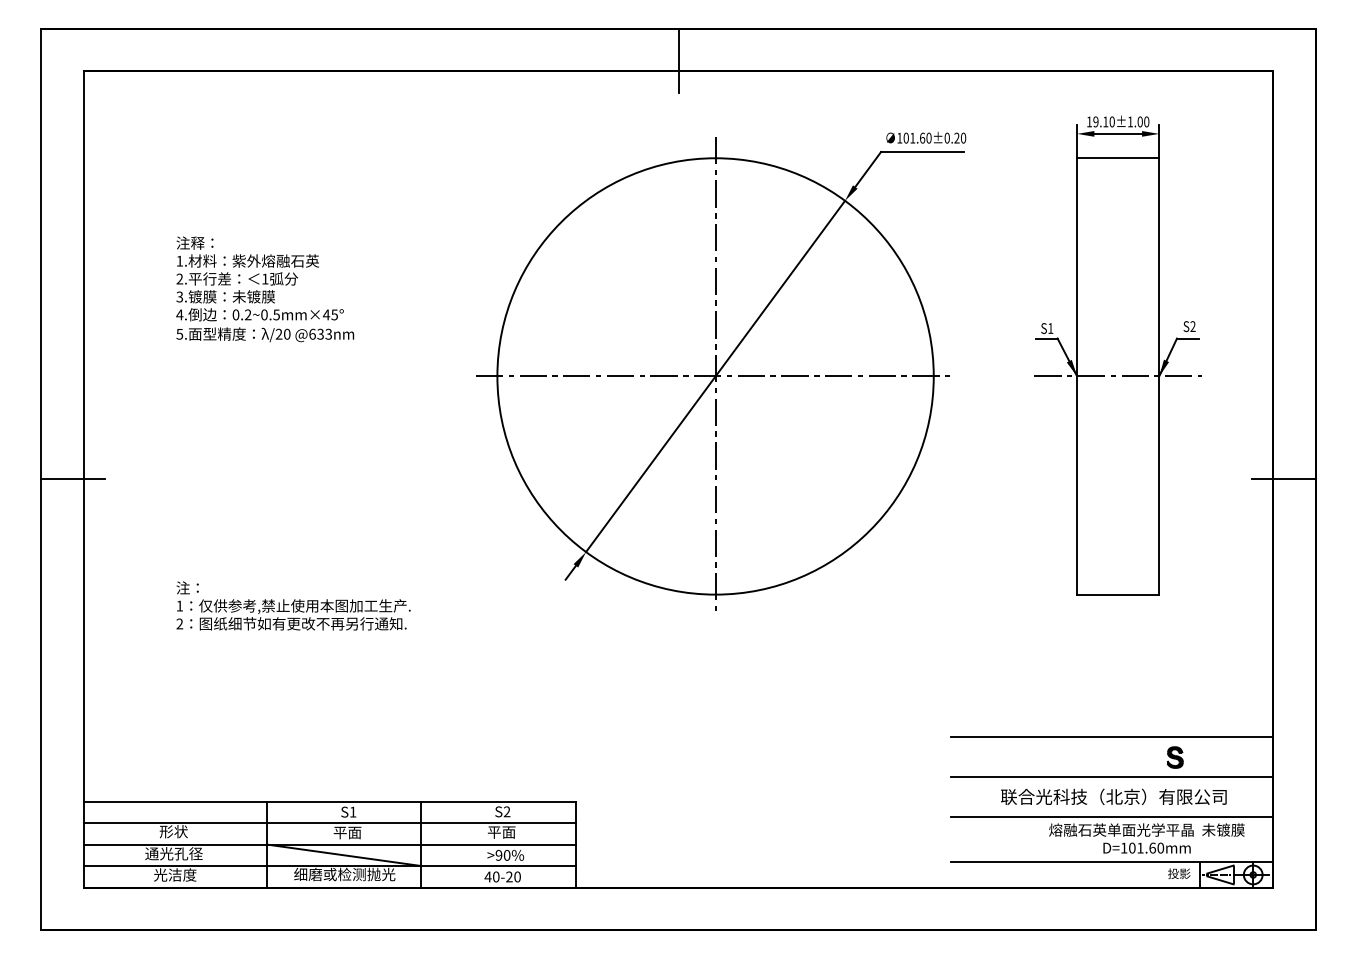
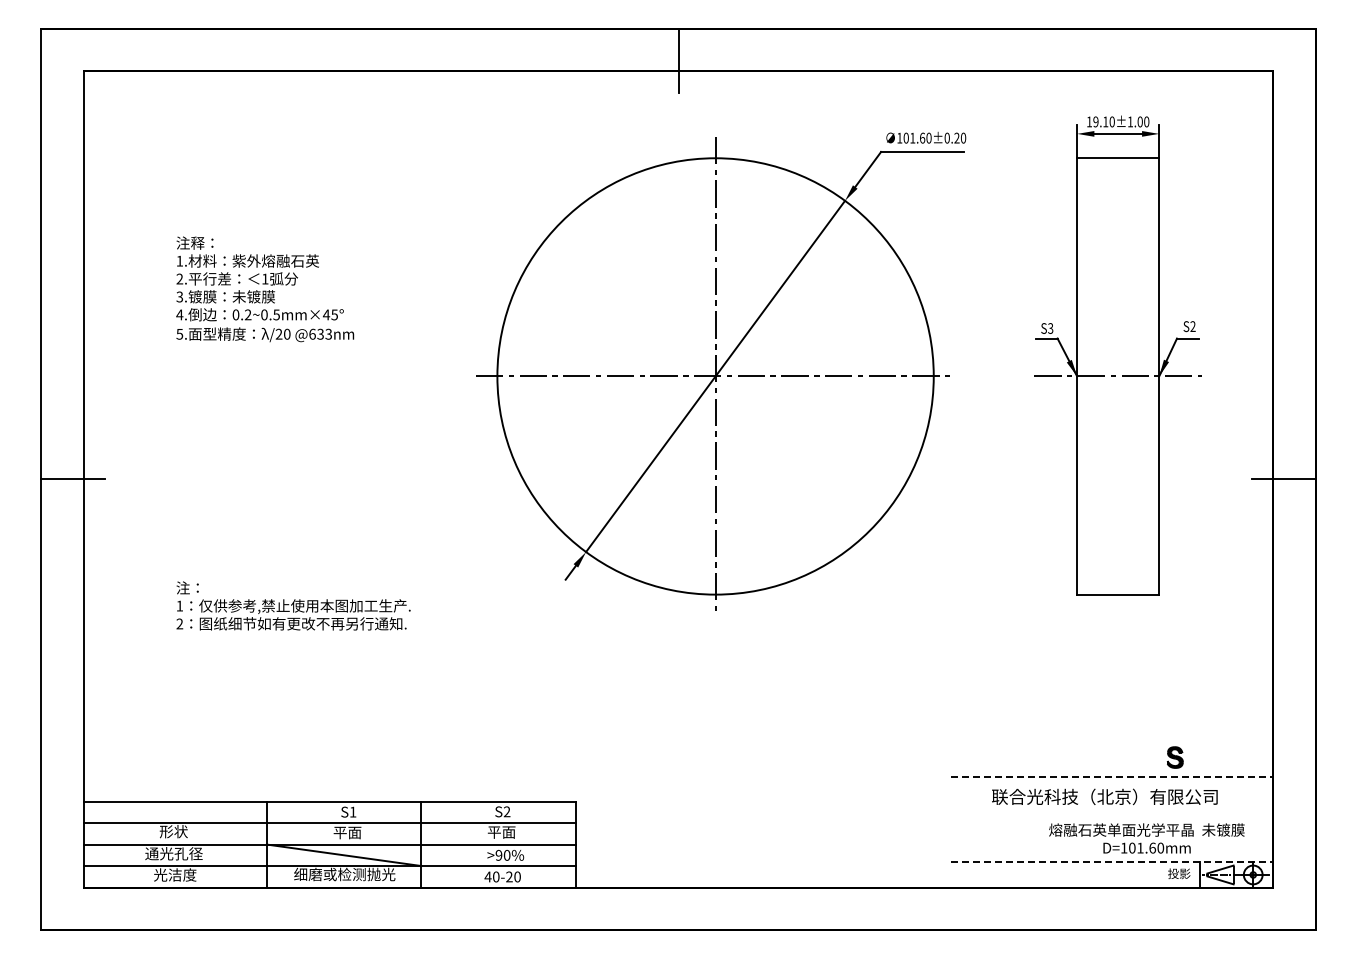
text at (1050, 328): S1 -> S3
line at (1112, 737): present -> none
line at (1112, 777): solid -> dashed
text at (1113, 796) position: (1113, 796) -> (1104, 796)
line at (1112, 817): present -> none
line at (1112, 862): solid -> dashed
